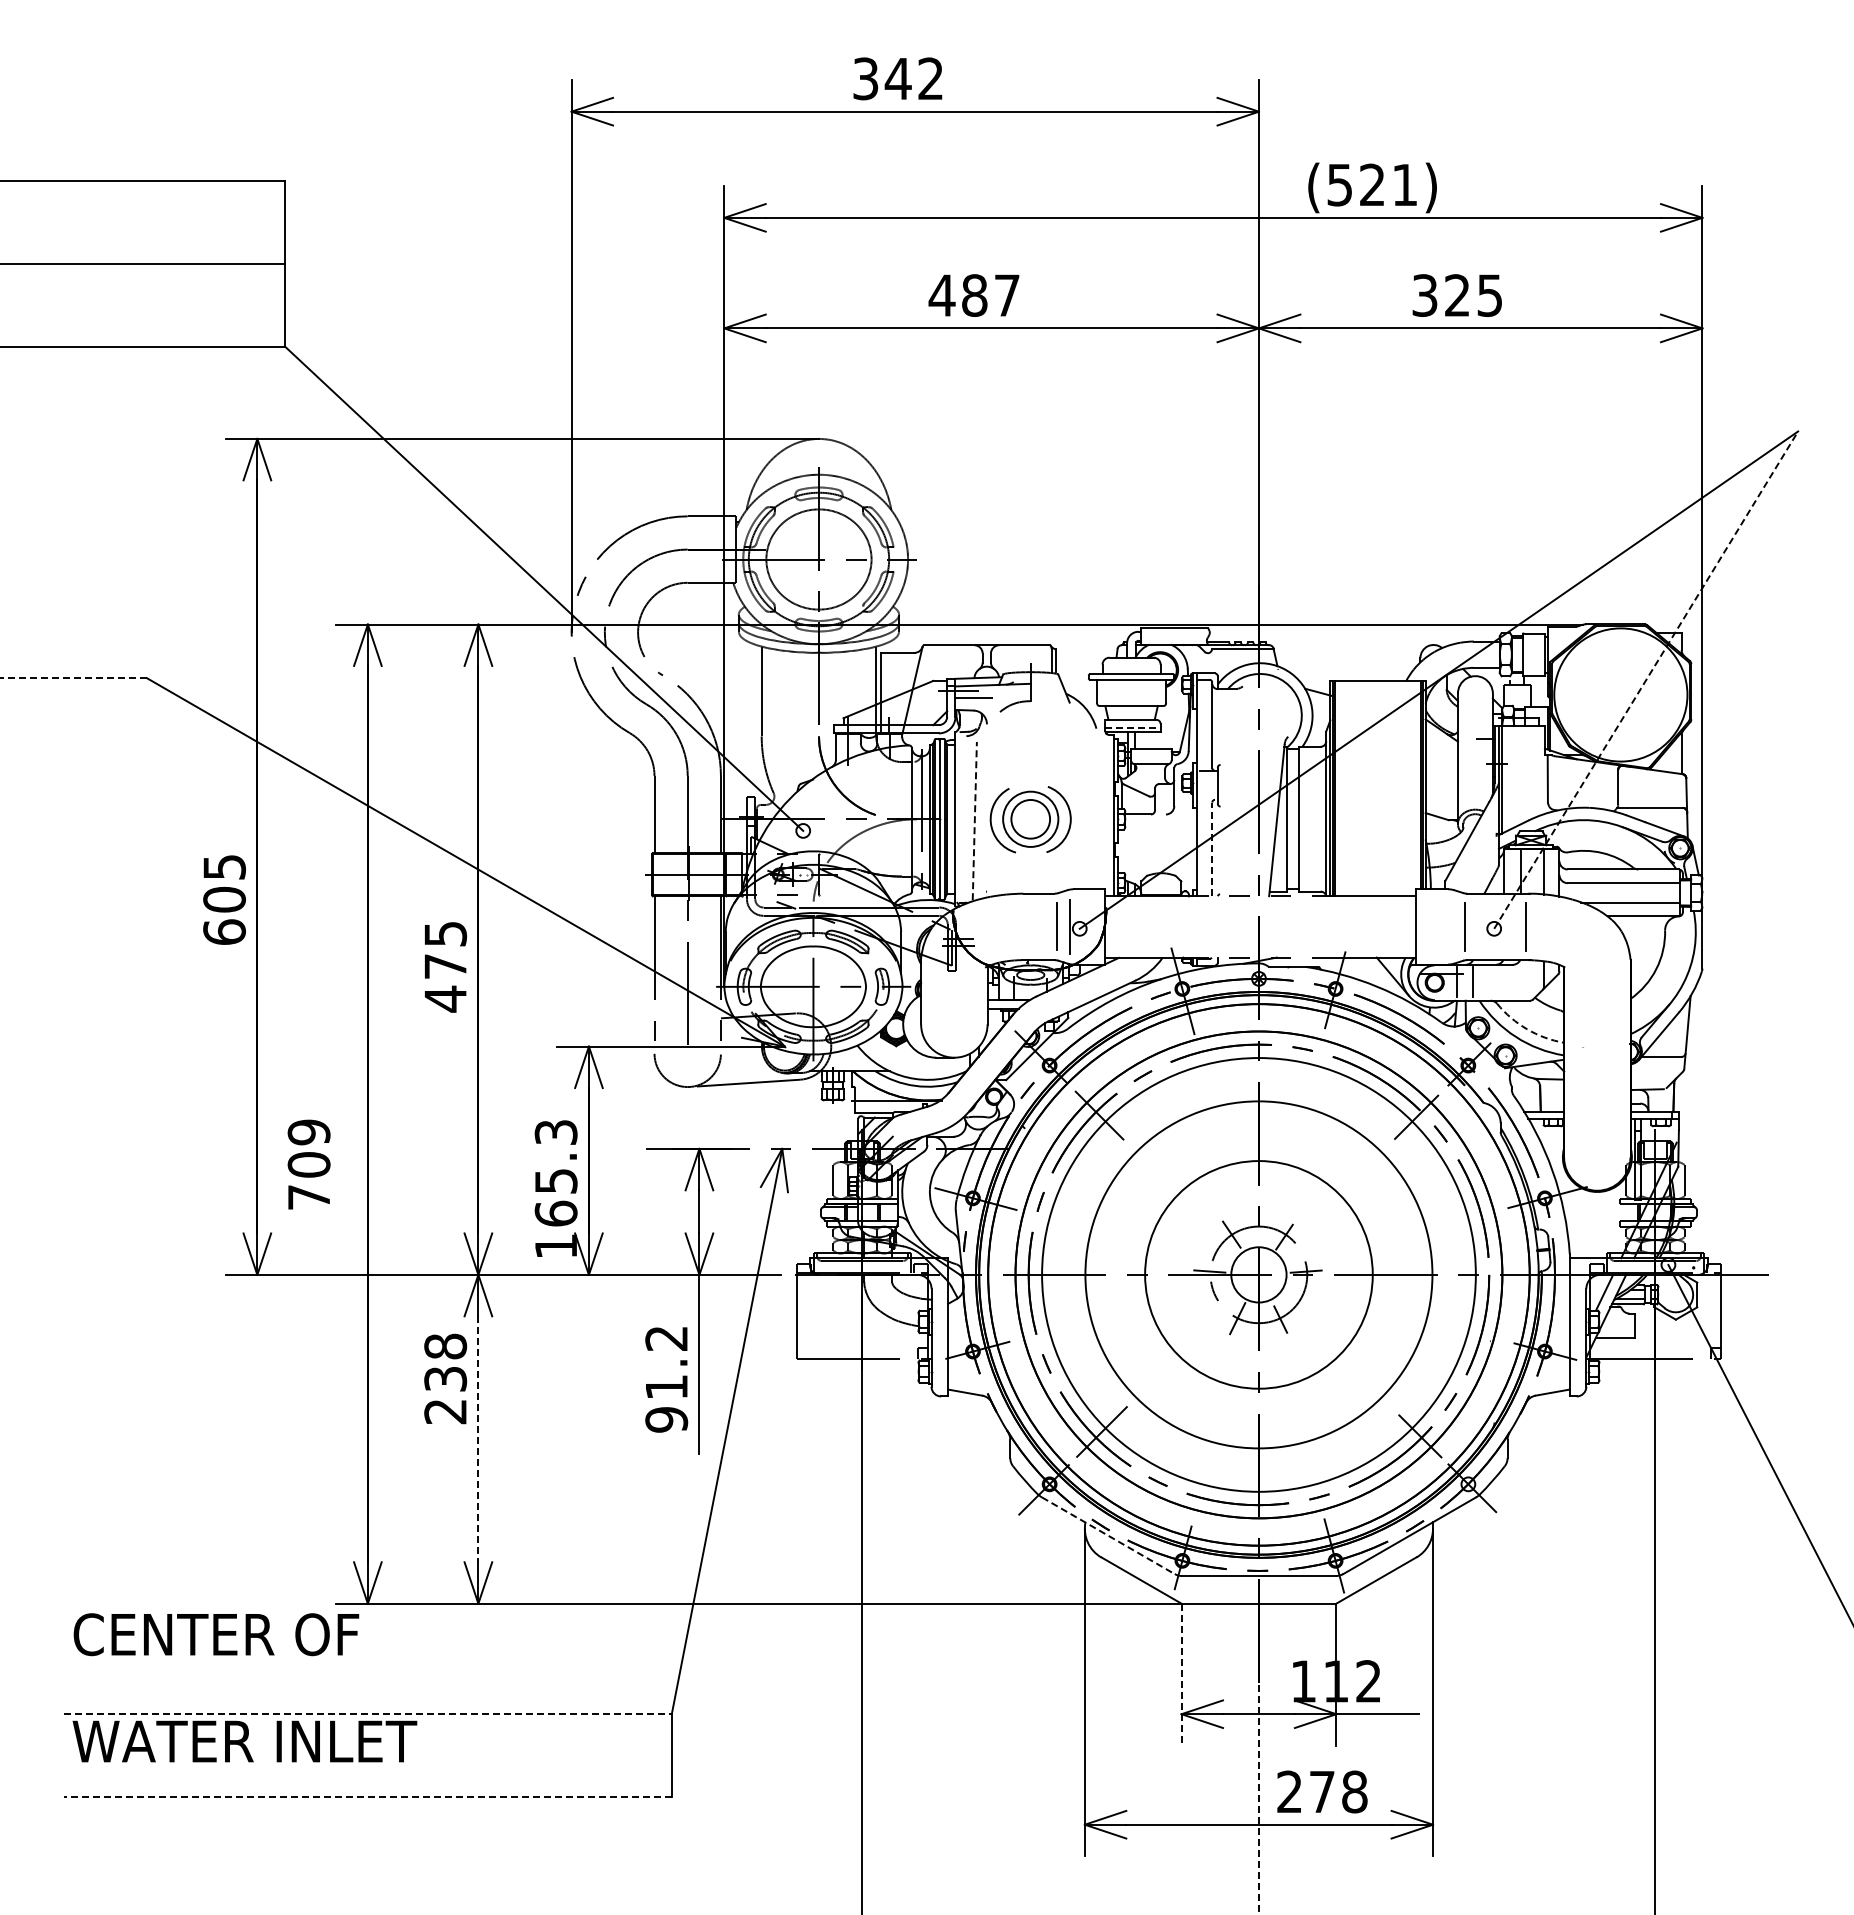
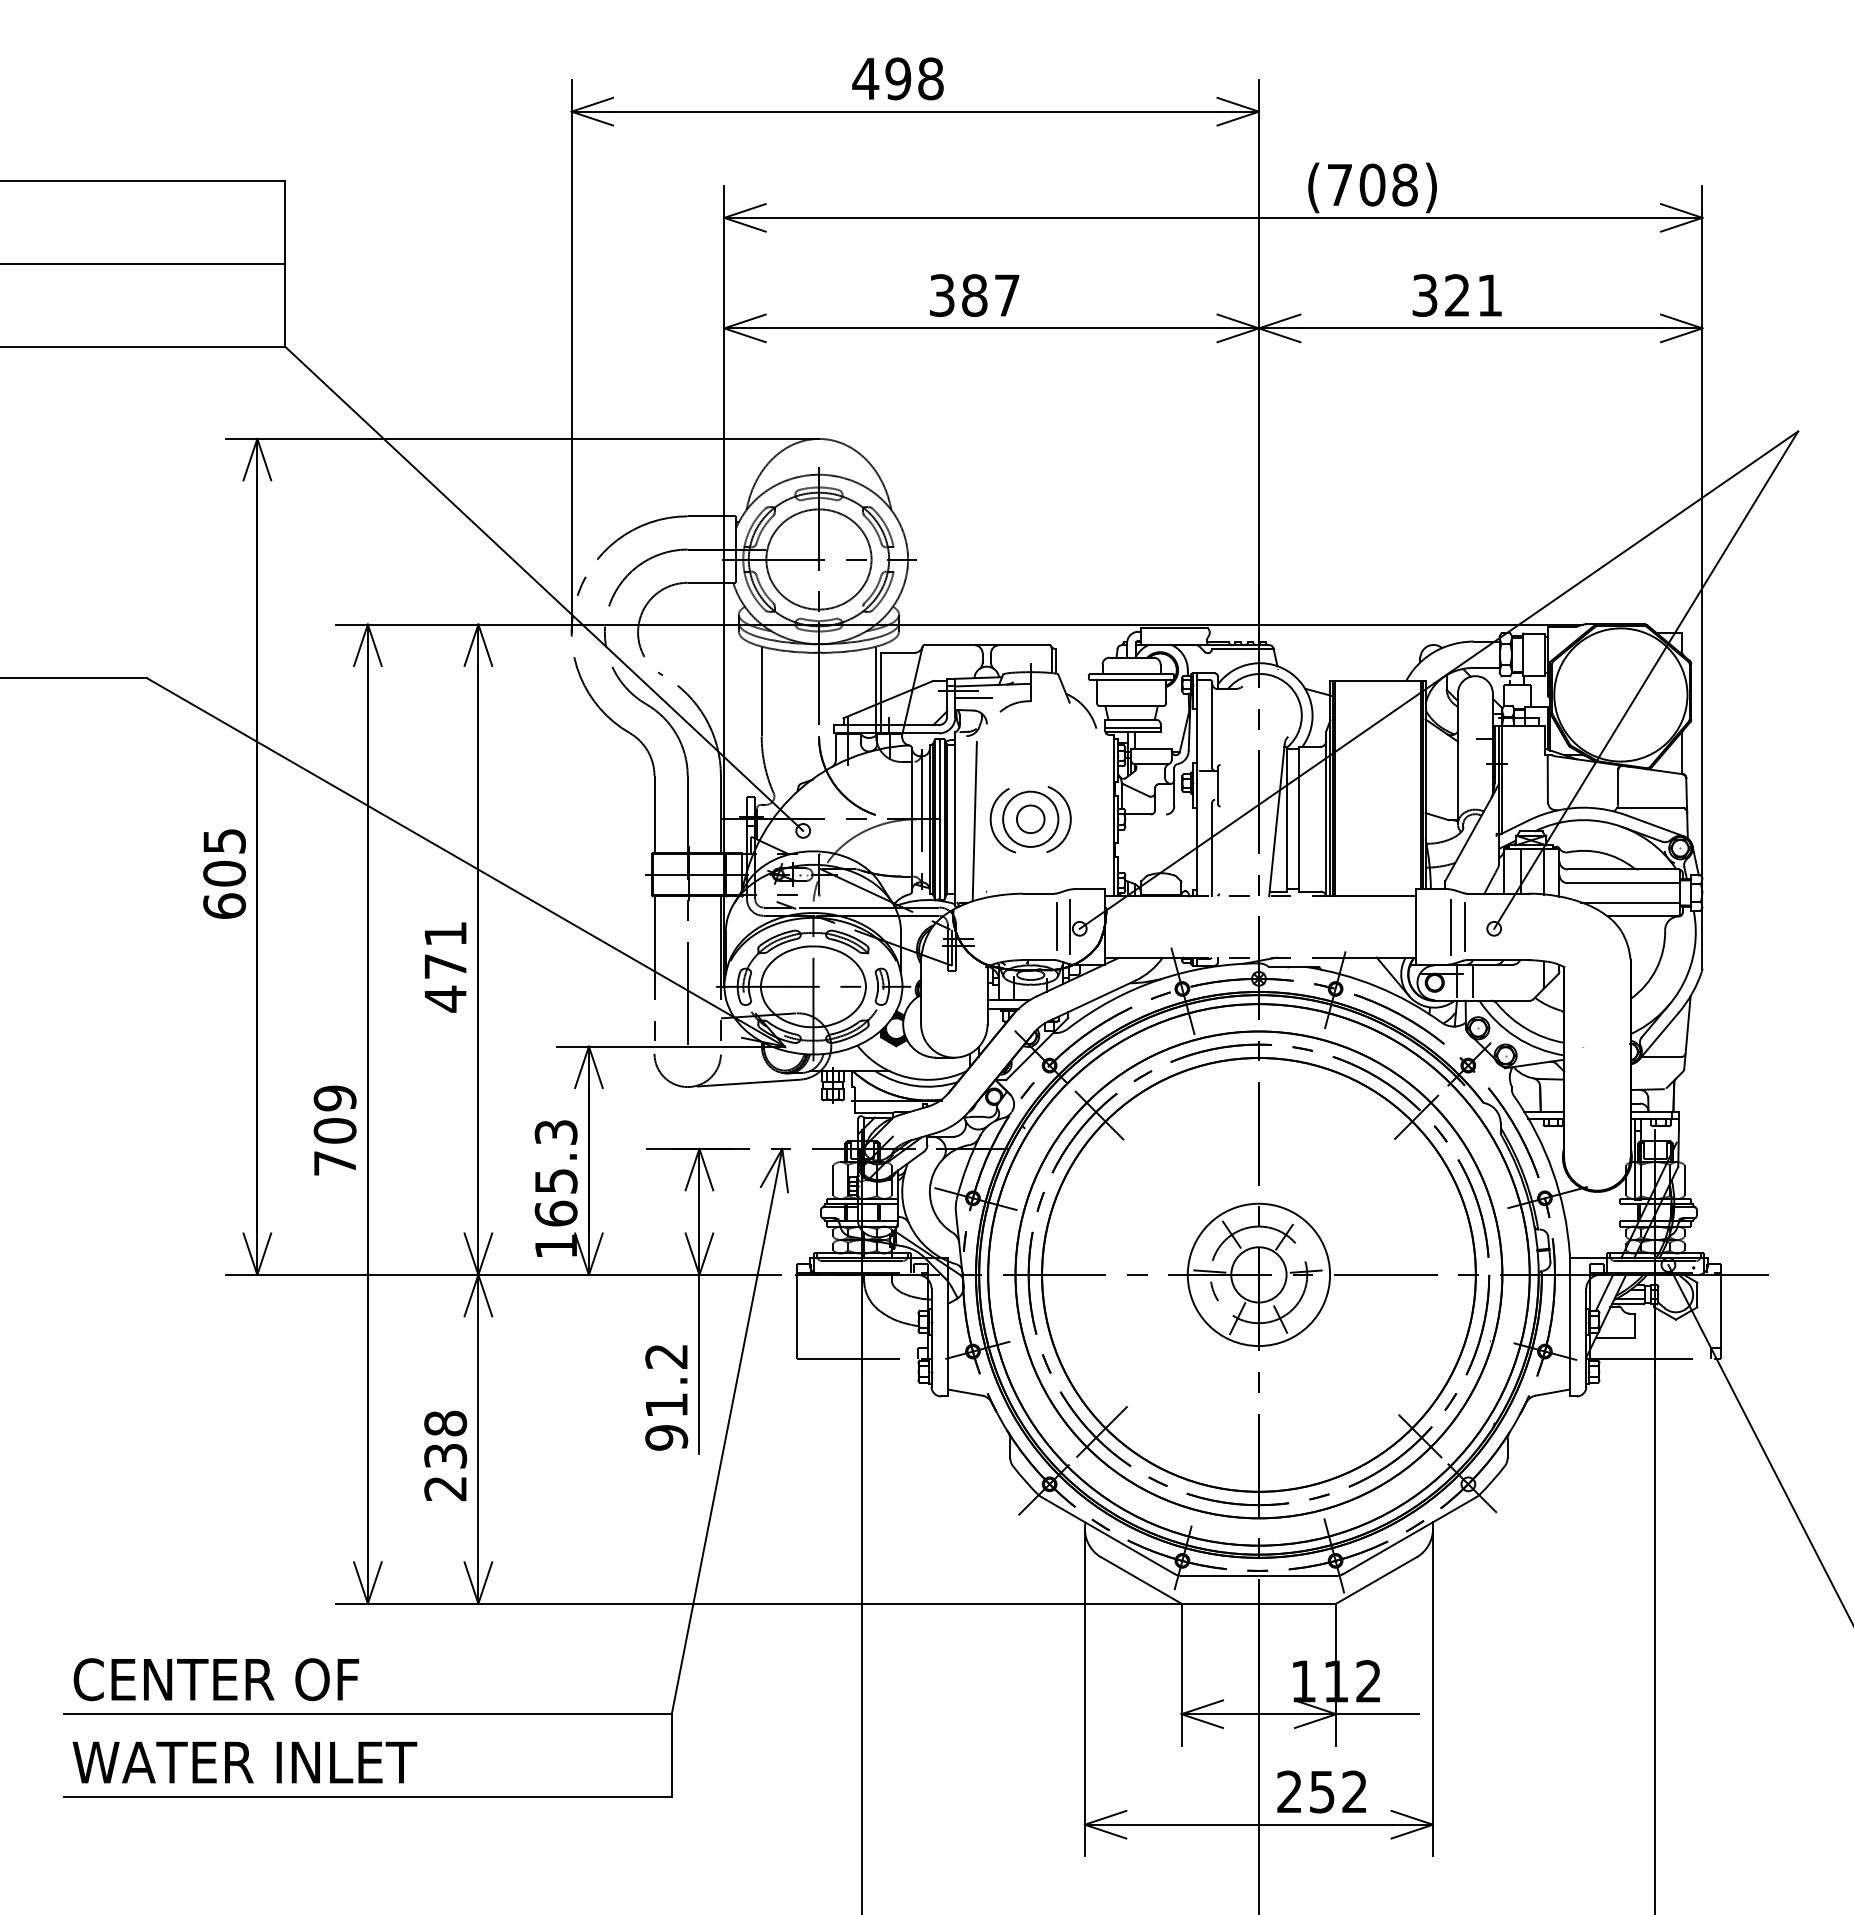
text at (897, 78): 342 -> 498
text at (1372, 184): (521) -> (708)
text at (941, 295): 487 -> 387
text at (1489, 295): 325 -> 321
line at (72, 678): dashed -> solid
line at (1646, 679): dashed -> solid
line at (1132, 727): dashed -> solid
circle at (1030, 818) diameter: 39 px -> 28 px
line at (974, 820): dashed -> solid
line at (1212, 849): dashed -> solid
text at (224, 899) position: (224, 899) -> (224, 873)
line at (1450, 926): none -> present
line at (1525, 926): present -> none
text at (445, 934): 475 -> 471
arc at (1527, 1029): dashed -> solid
text at (308, 1164) position: (308, 1164) -> (334, 1130)
circle at (1258, 1274) diameter: 228 px -> 142 px
circle at (1258, 1274) diameter: 347 px -> 434 px
text at (445, 1378) position: (445, 1378) -> (445, 1455)
text at (666, 1379) position: (666, 1379) -> (666, 1397)
line at (478, 1439): dashed -> solid
line at (1108, 1535): dashed -> solid
text at (216, 1634) position: (216, 1634) -> (216, 1679)
line at (1181, 1675): dashed -> solid
line at (367, 1714): dashed -> solid
text at (244, 1741) position: (244, 1741) -> (244, 1762)
text at (1338, 1791): 278 -> 252
line at (1258, 1794): dashed -> solid
line at (367, 1797): dashed -> solid
